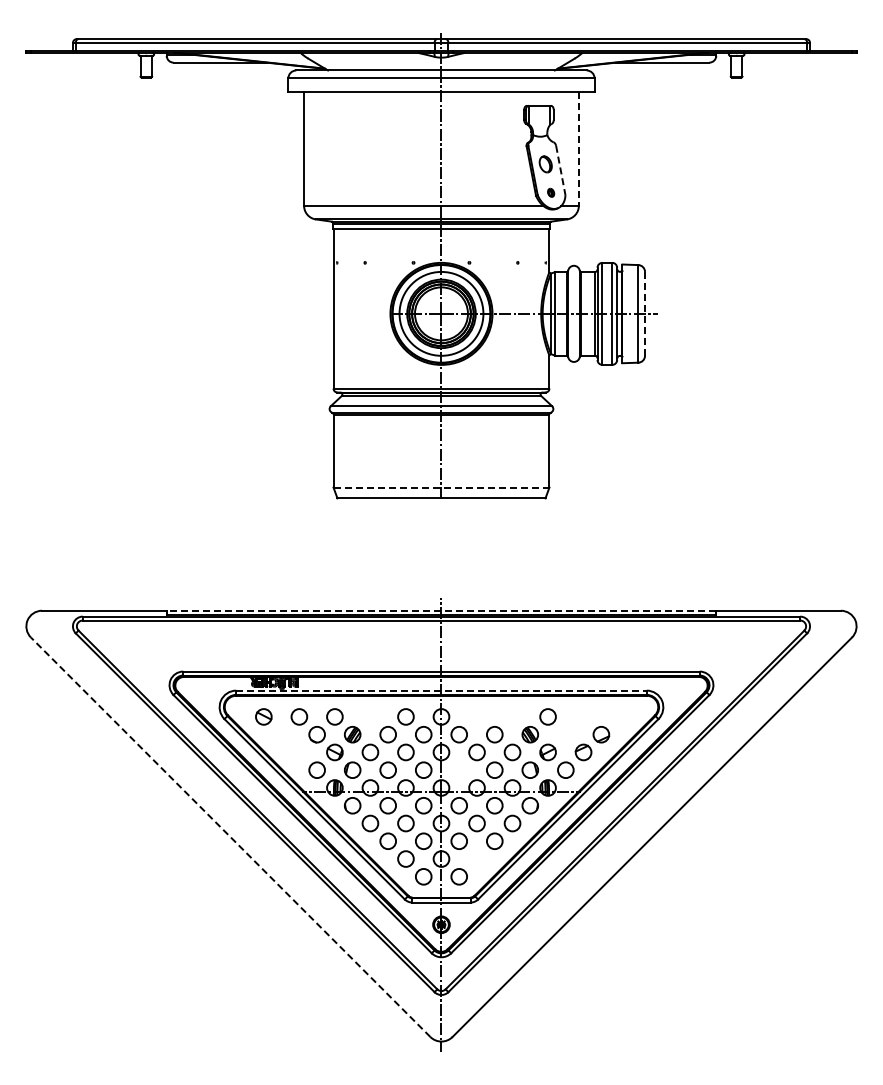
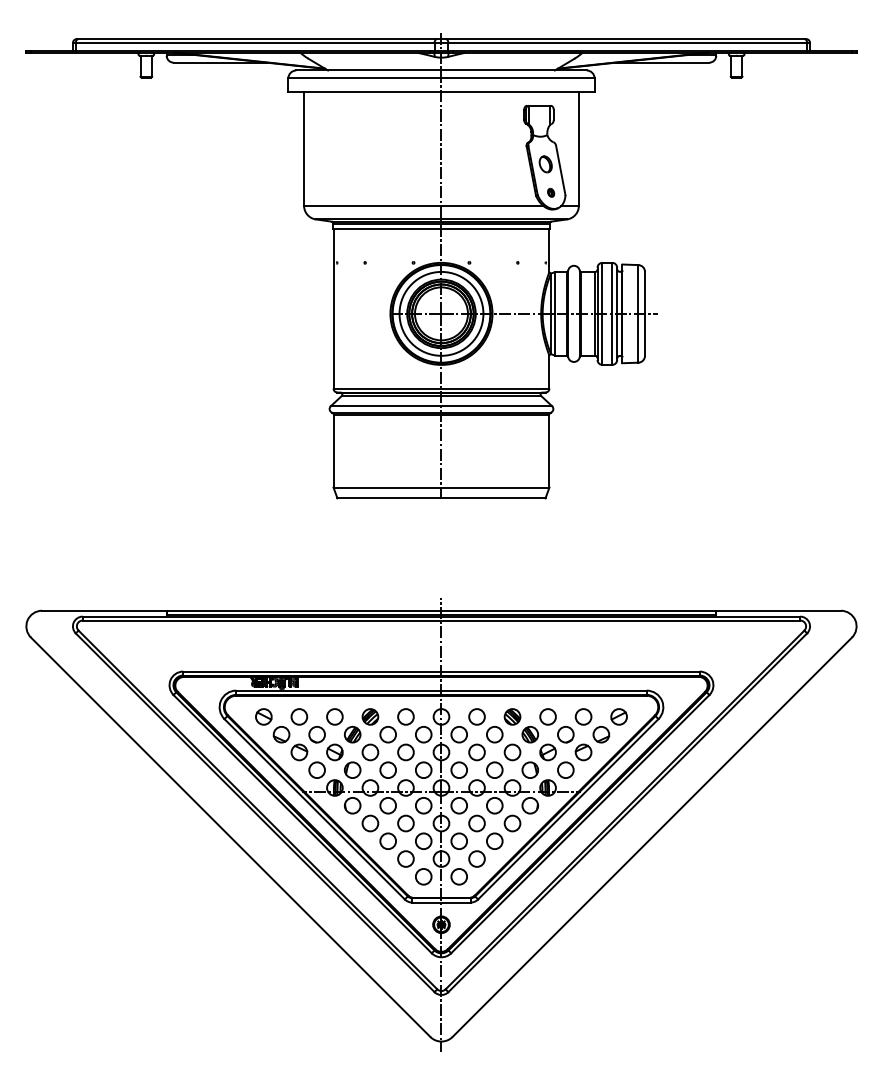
line at (578, 148): dashed -> solid
line at (560, 170): dashed -> solid
line at (645, 313): dashed -> solid
line at (441, 487): dashed -> solid
line at (441, 610): dashed -> solid
line at (442, 690): dashed -> solid
part at (370, 716): none -> present
circle at (476, 716): none -> present
part at (512, 716): none -> present
part at (618, 716): none -> present
part at (574, 725): none -> present
part at (290, 743): none -> present
circle at (458, 769): none -> present
line at (230, 836): dashed -> solid
circle at (476, 858): none -> present
